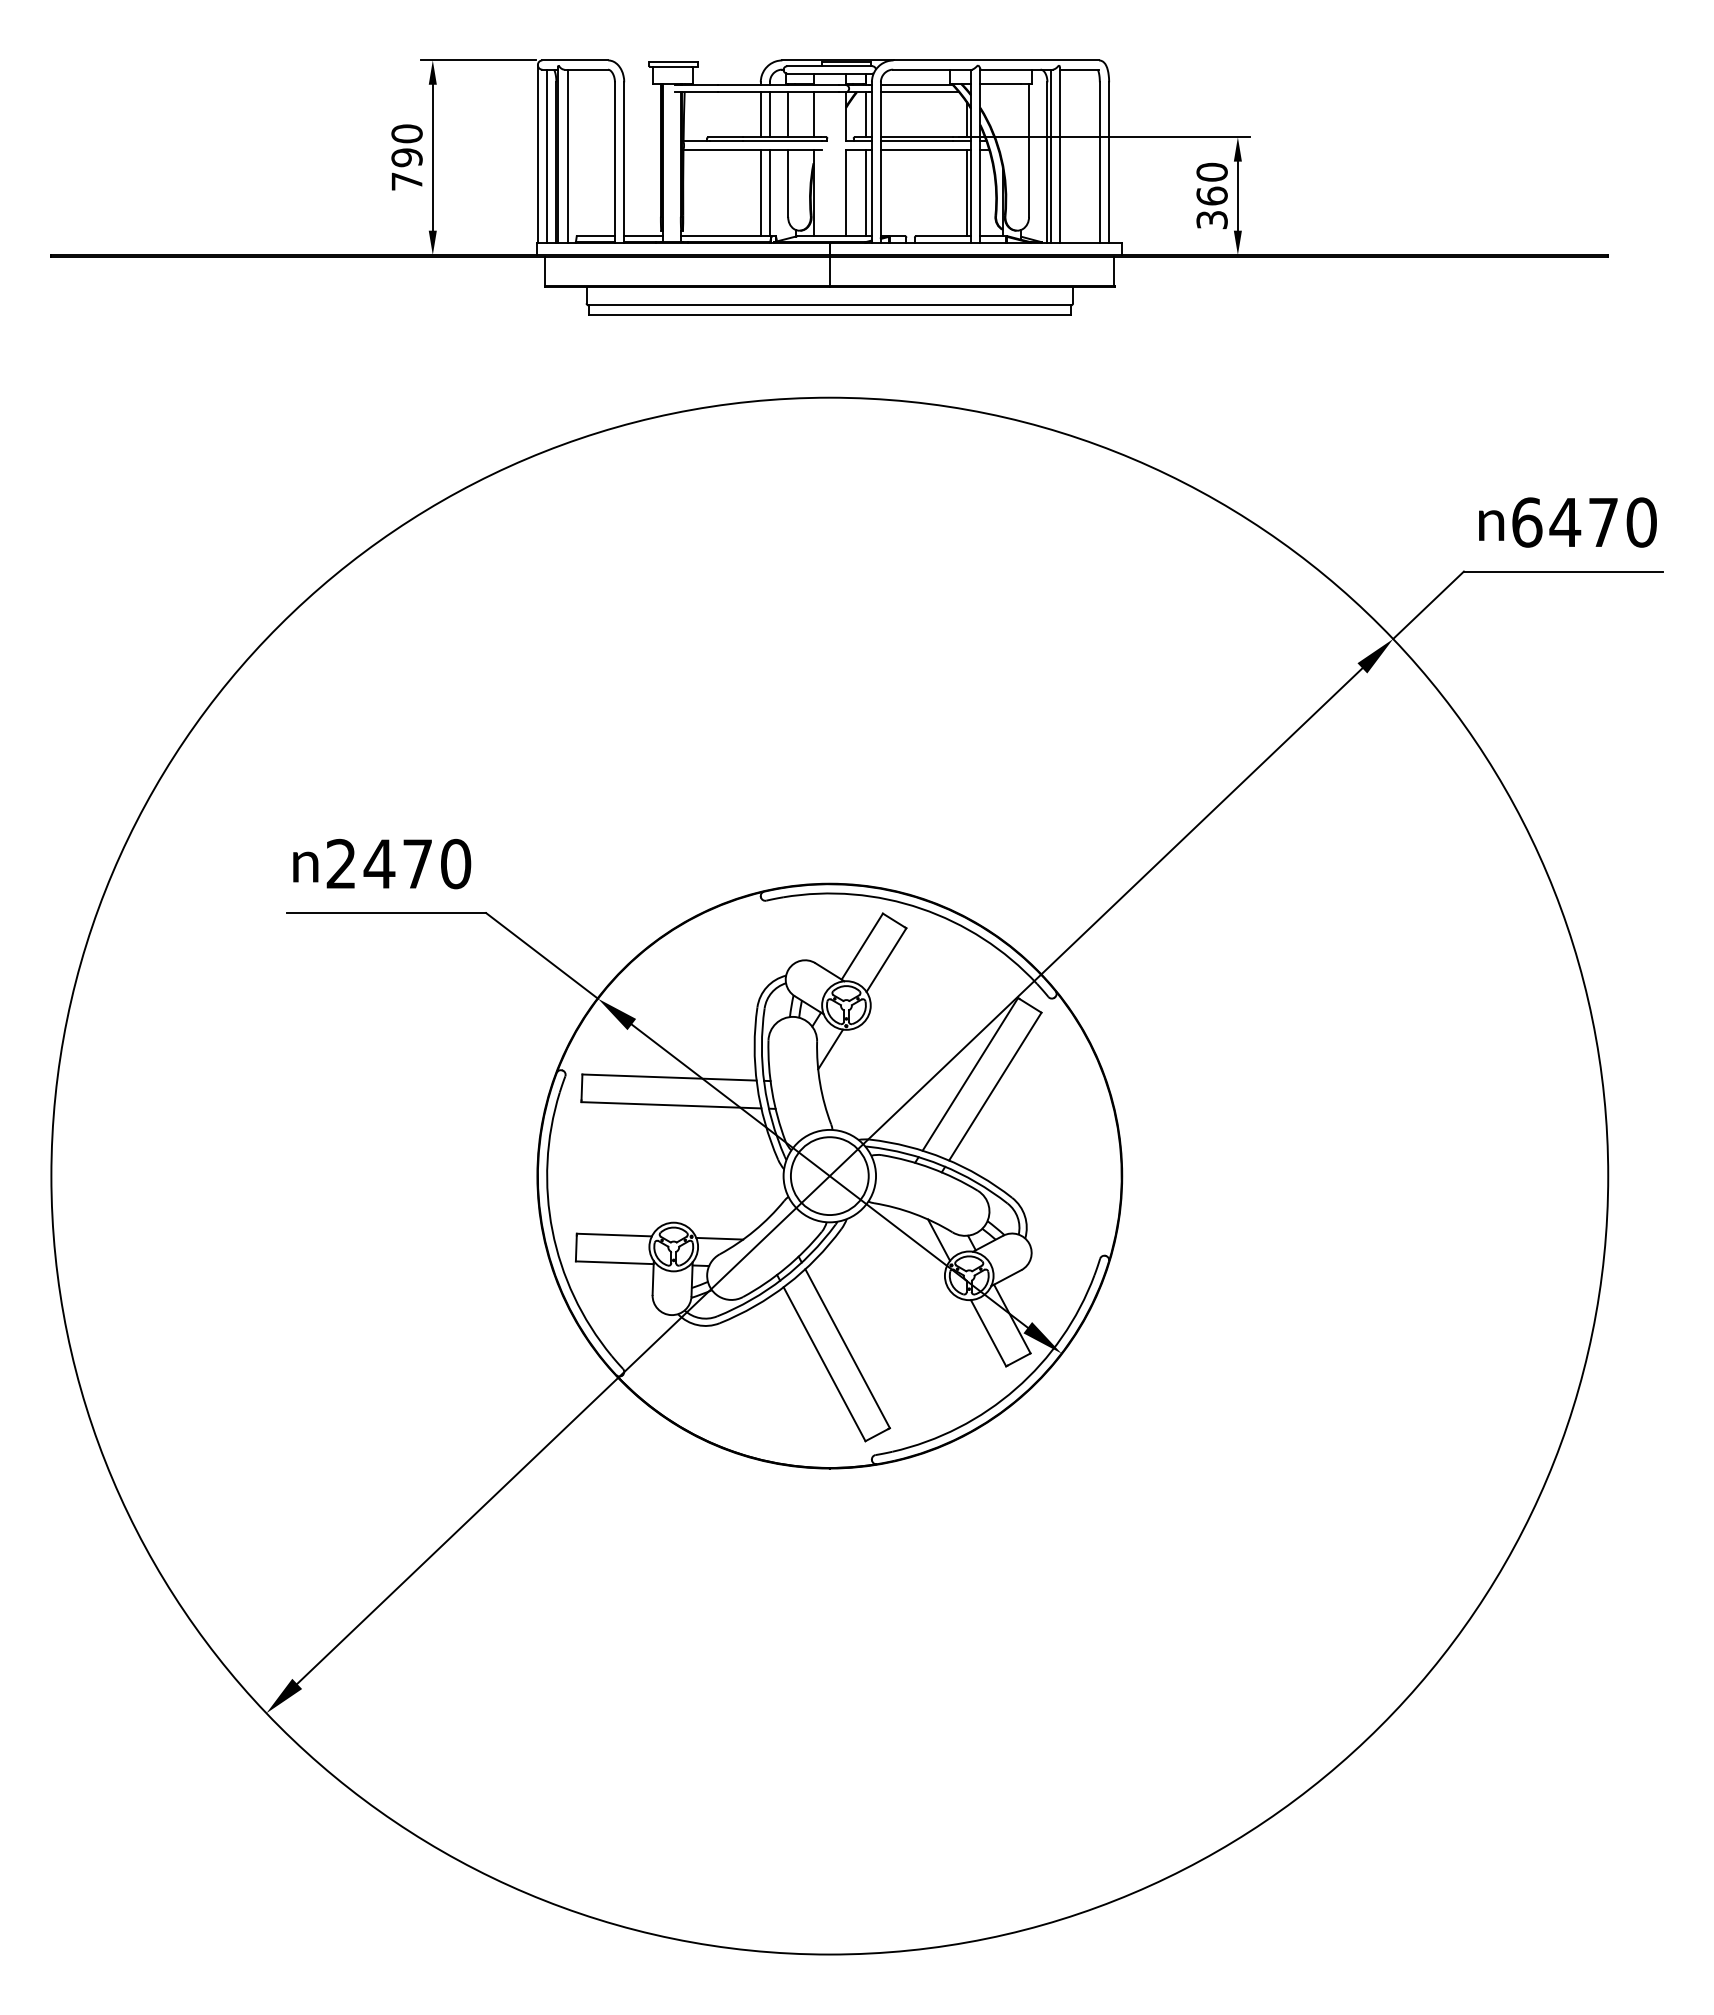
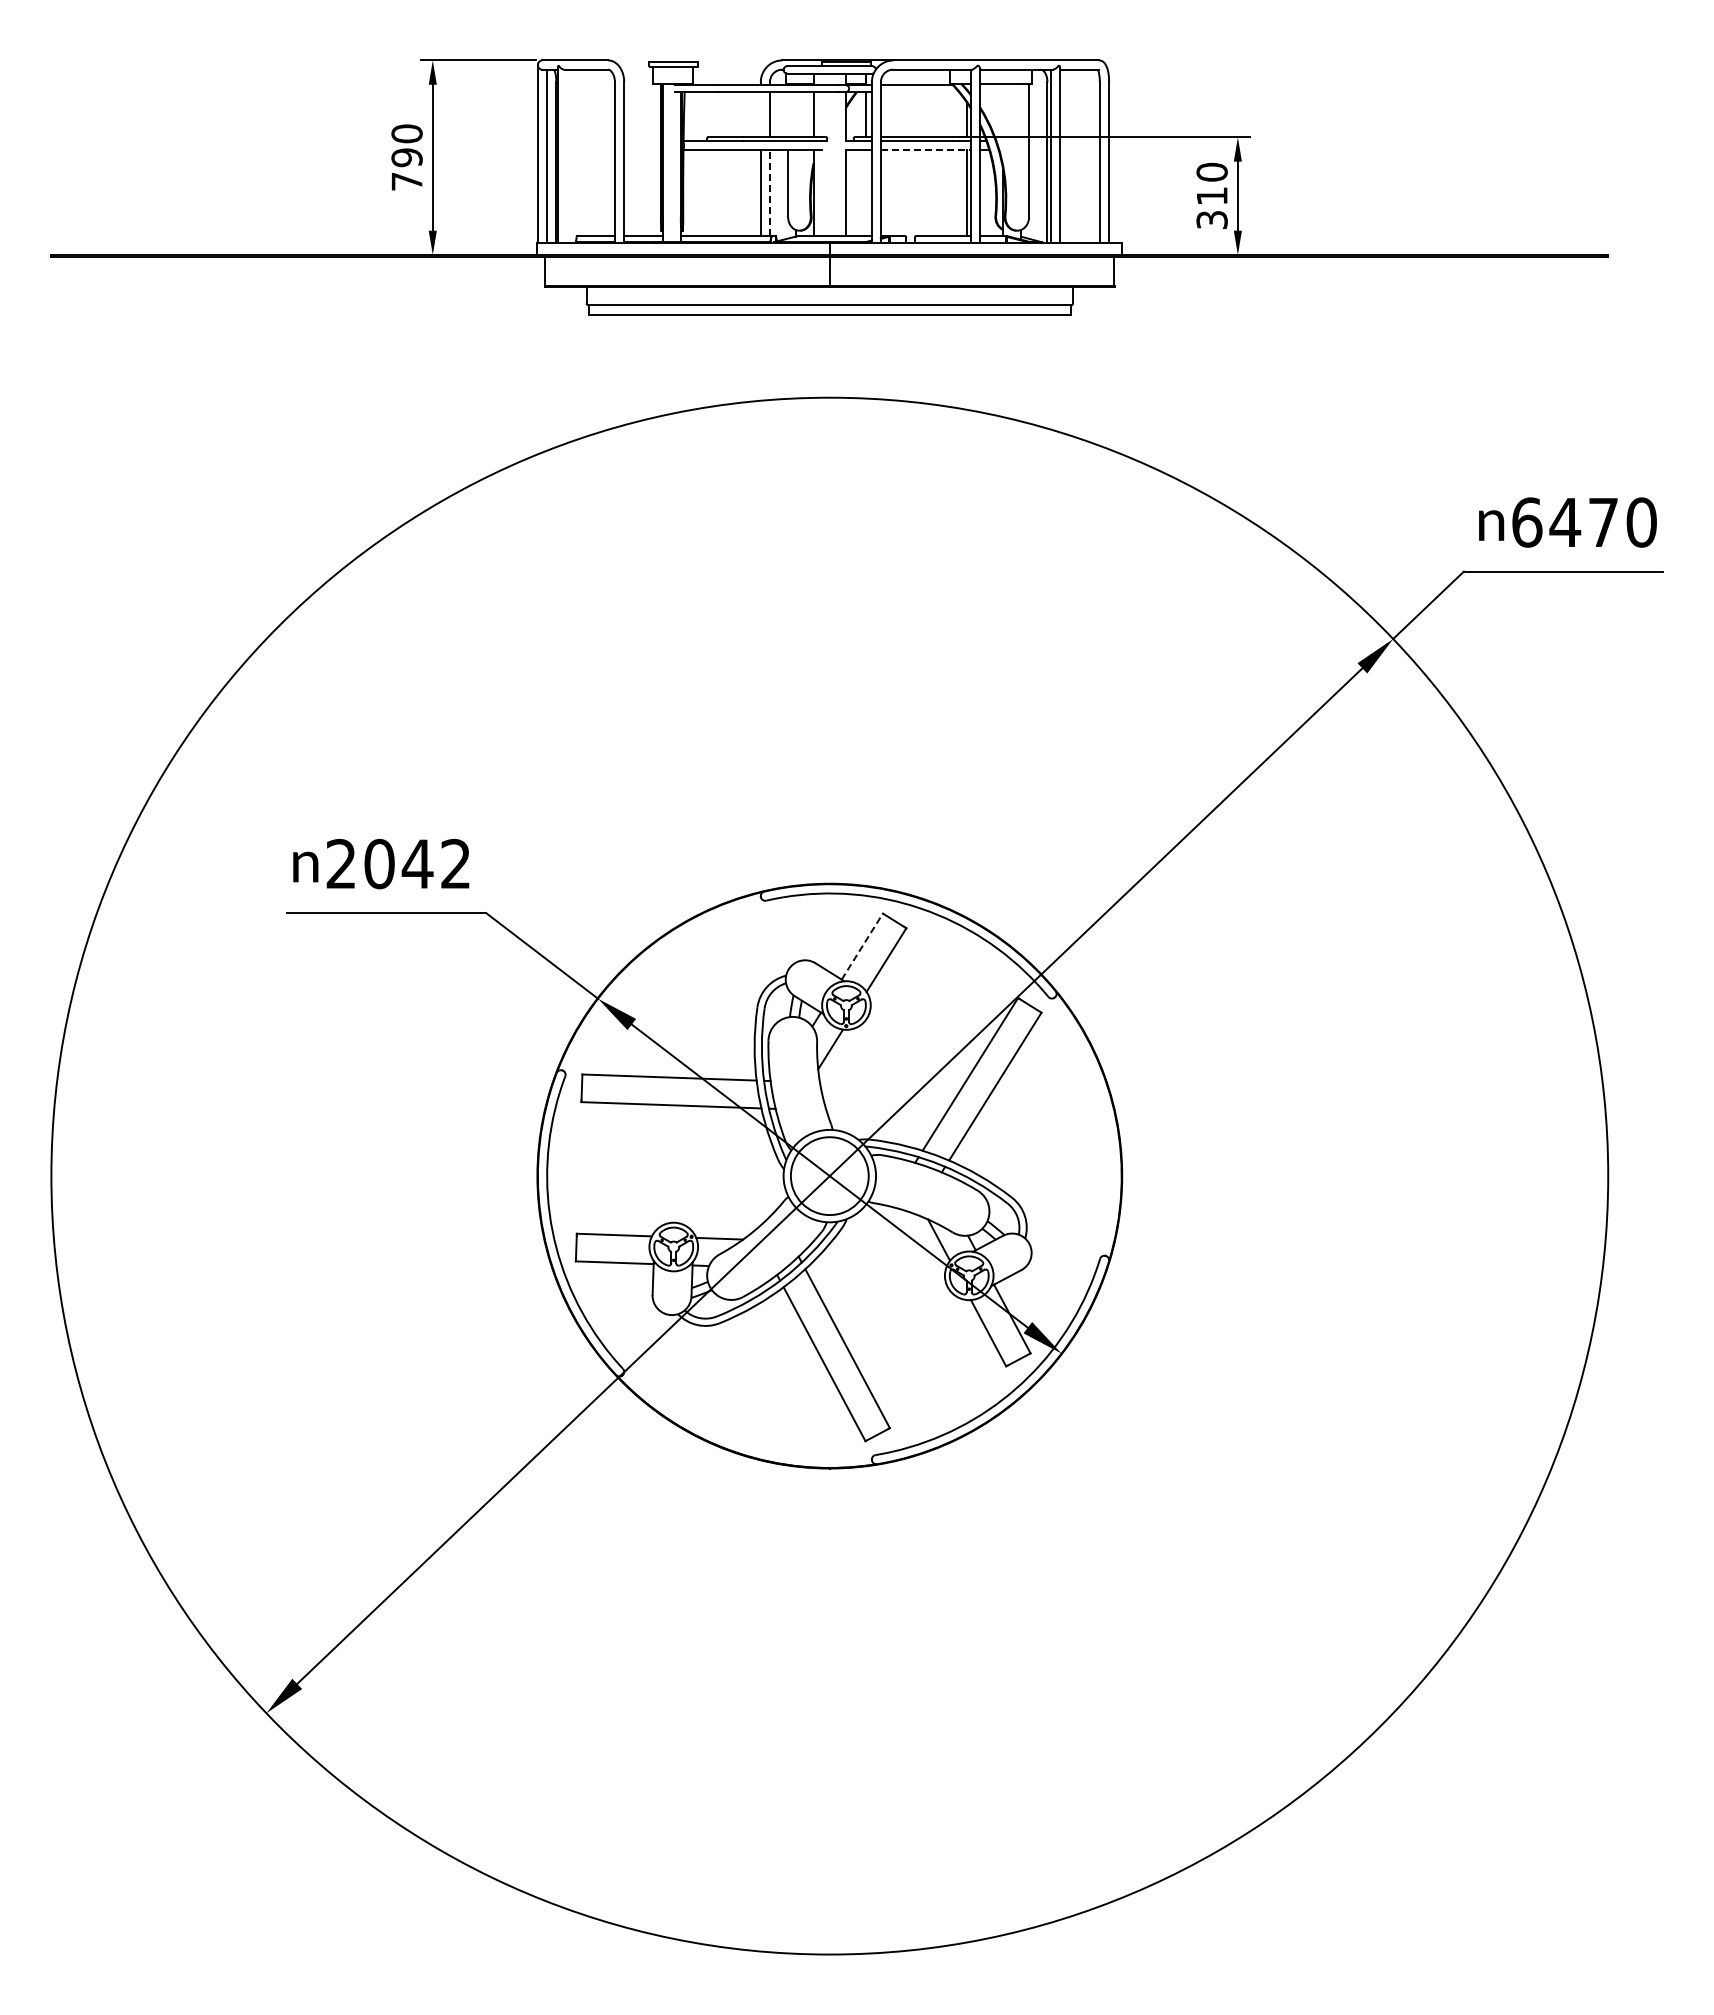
line at (919, 92): present -> none
line at (760, 114): present -> none
line at (788, 114): present -> none
line at (926, 150): solid -> dashed
line at (567, 155): present -> none
line at (769, 192): solid -> dashed
line at (866, 193): present -> none
text at (1211, 195): 360 -> 310
text at (417, 863): 2470 -> 2042
line at (862, 946): solid -> dashed
